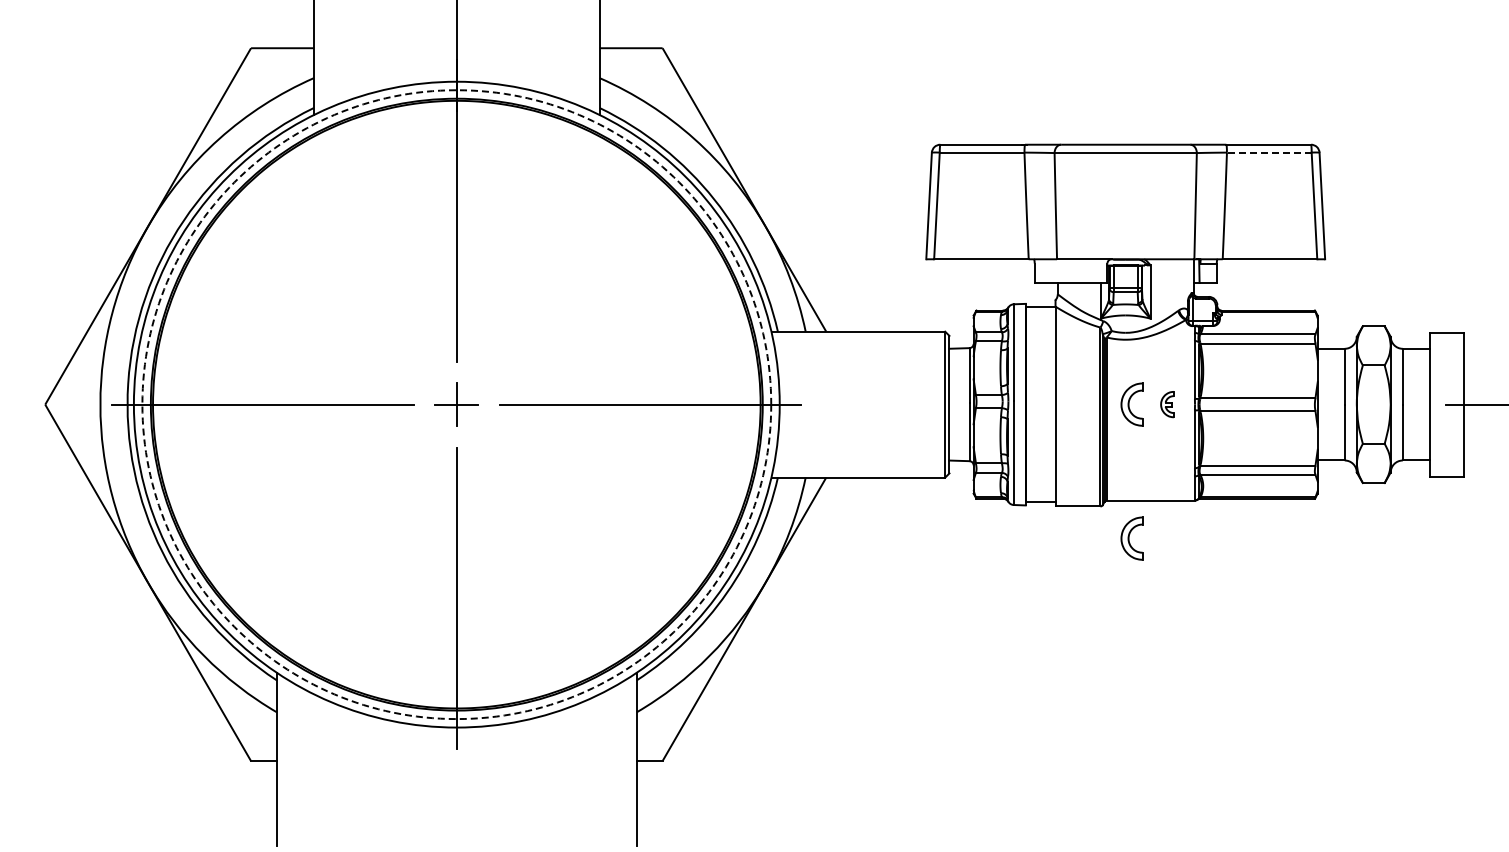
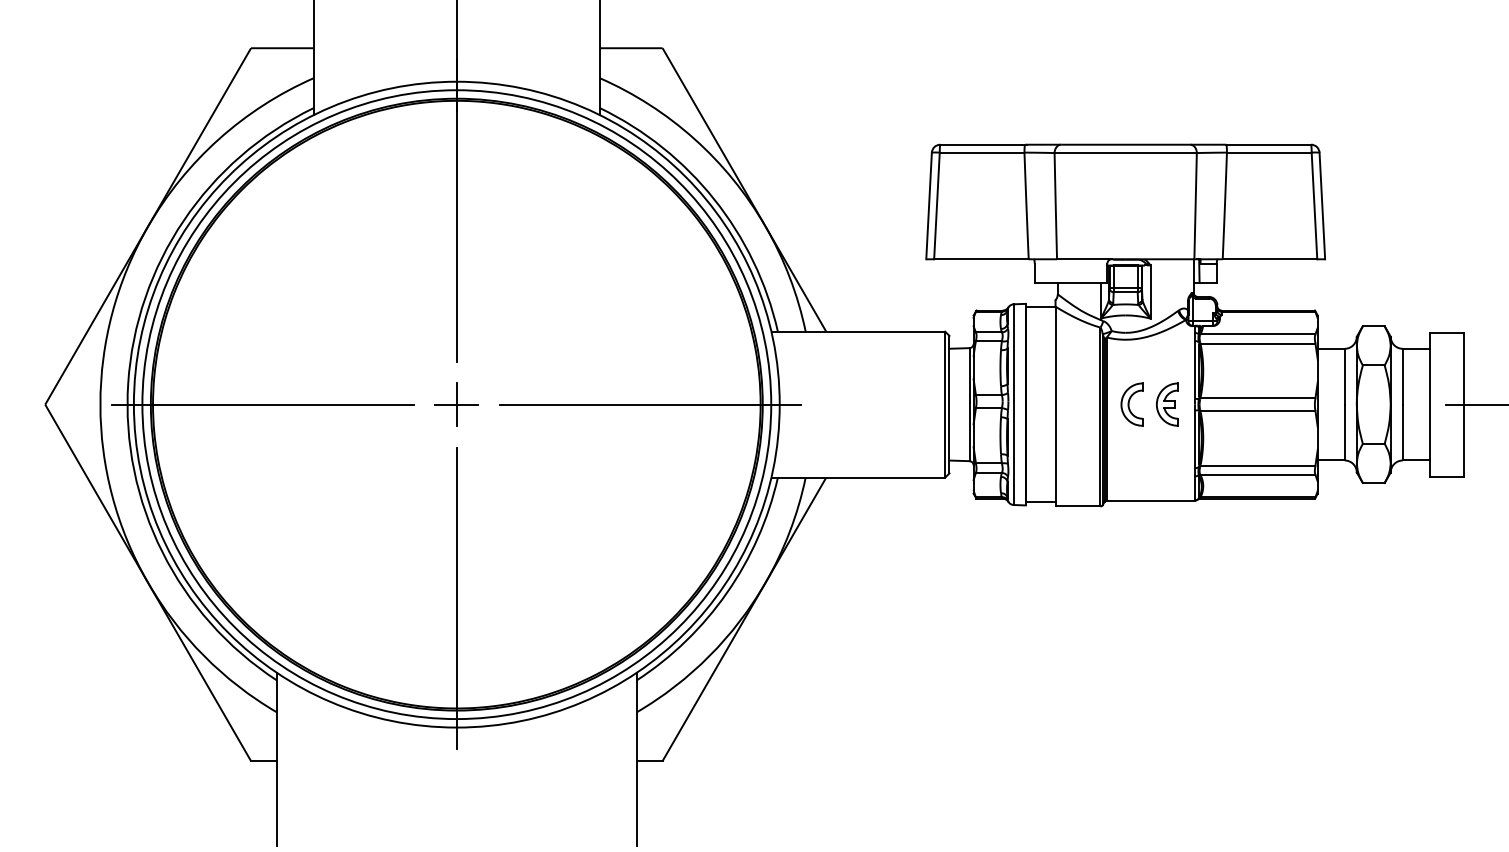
line at (1268, 152): dashed -> solid
circle at (456, 404): dashed -> solid
part at (1167, 404) size: 15x28 px -> 23x45 px
part at (1131, 538): present -> none
